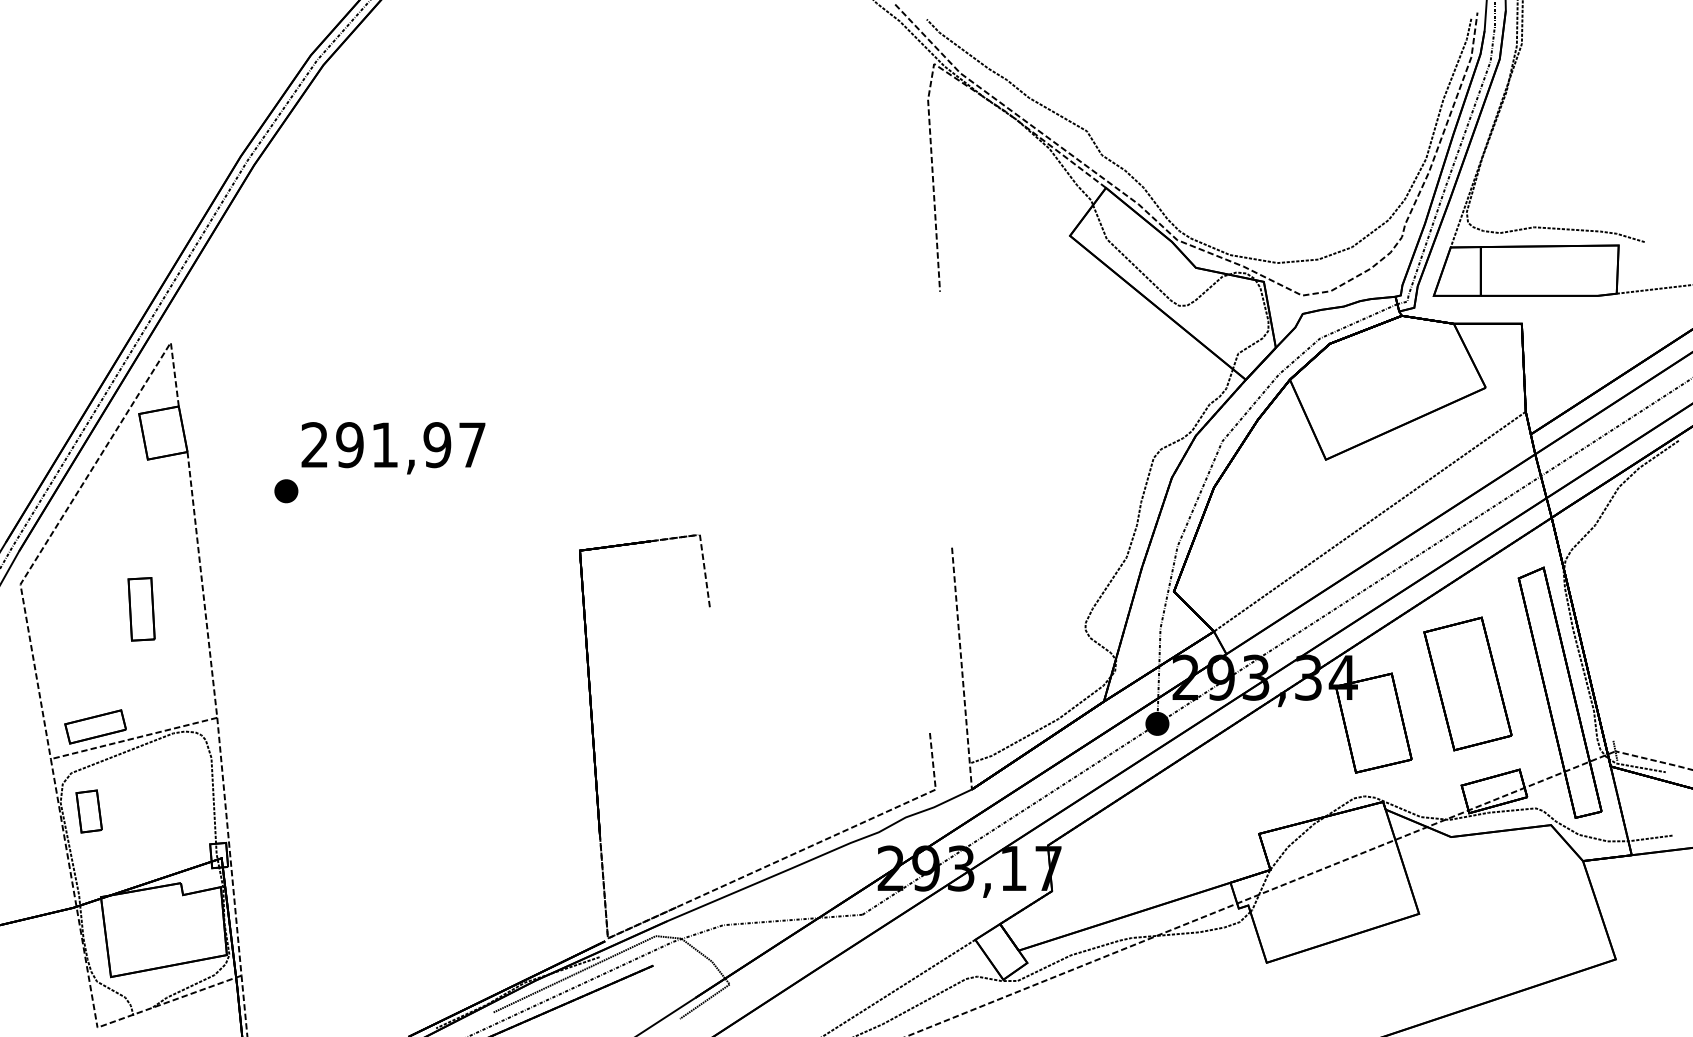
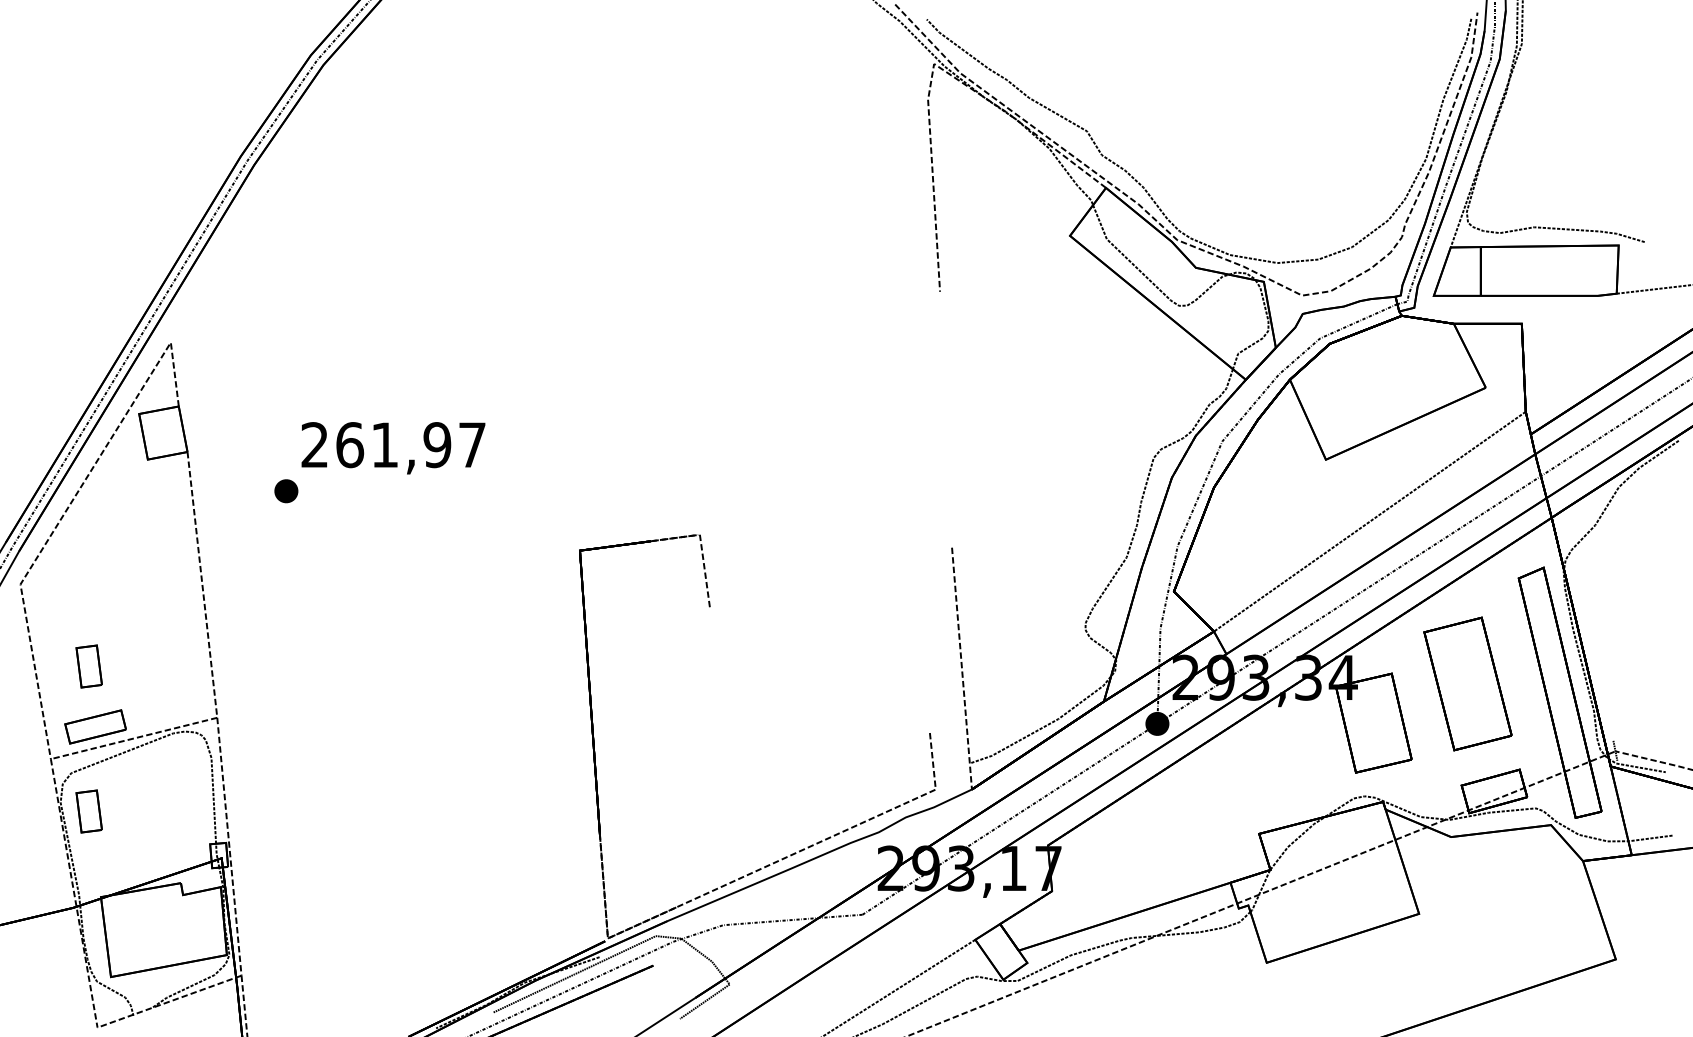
text at (350, 445): 291,97 -> 261,97
part at (141, 609): present -> none
part at (88, 666): none -> present
